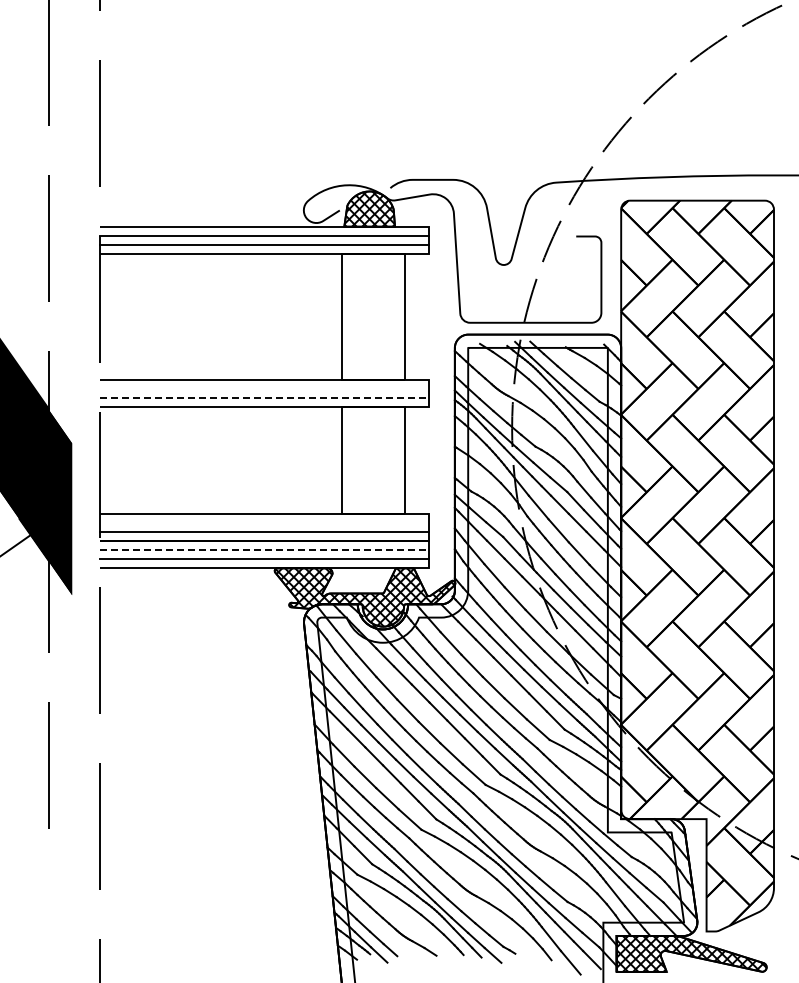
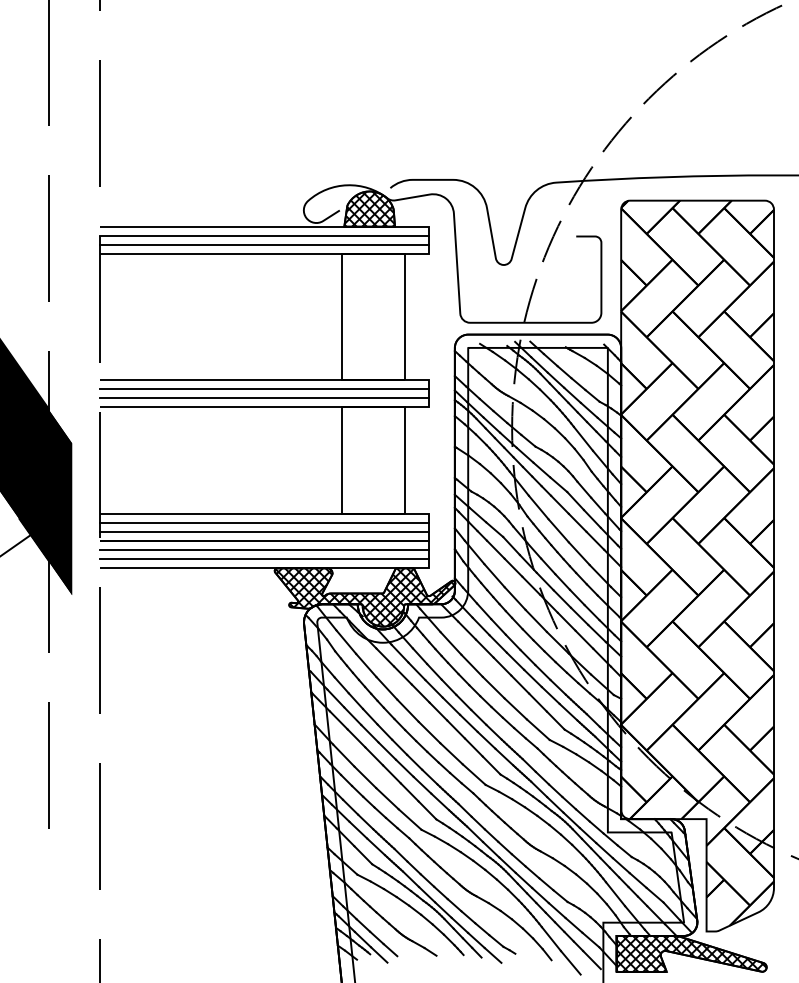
line at (263, 388): none -> present
line at (264, 397): dashed -> solid
line at (263, 523): none -> present
line at (264, 550): dashed -> solid
